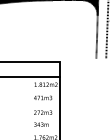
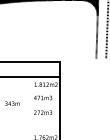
text at (41, 124) position: (41, 124) -> (12, 103)
